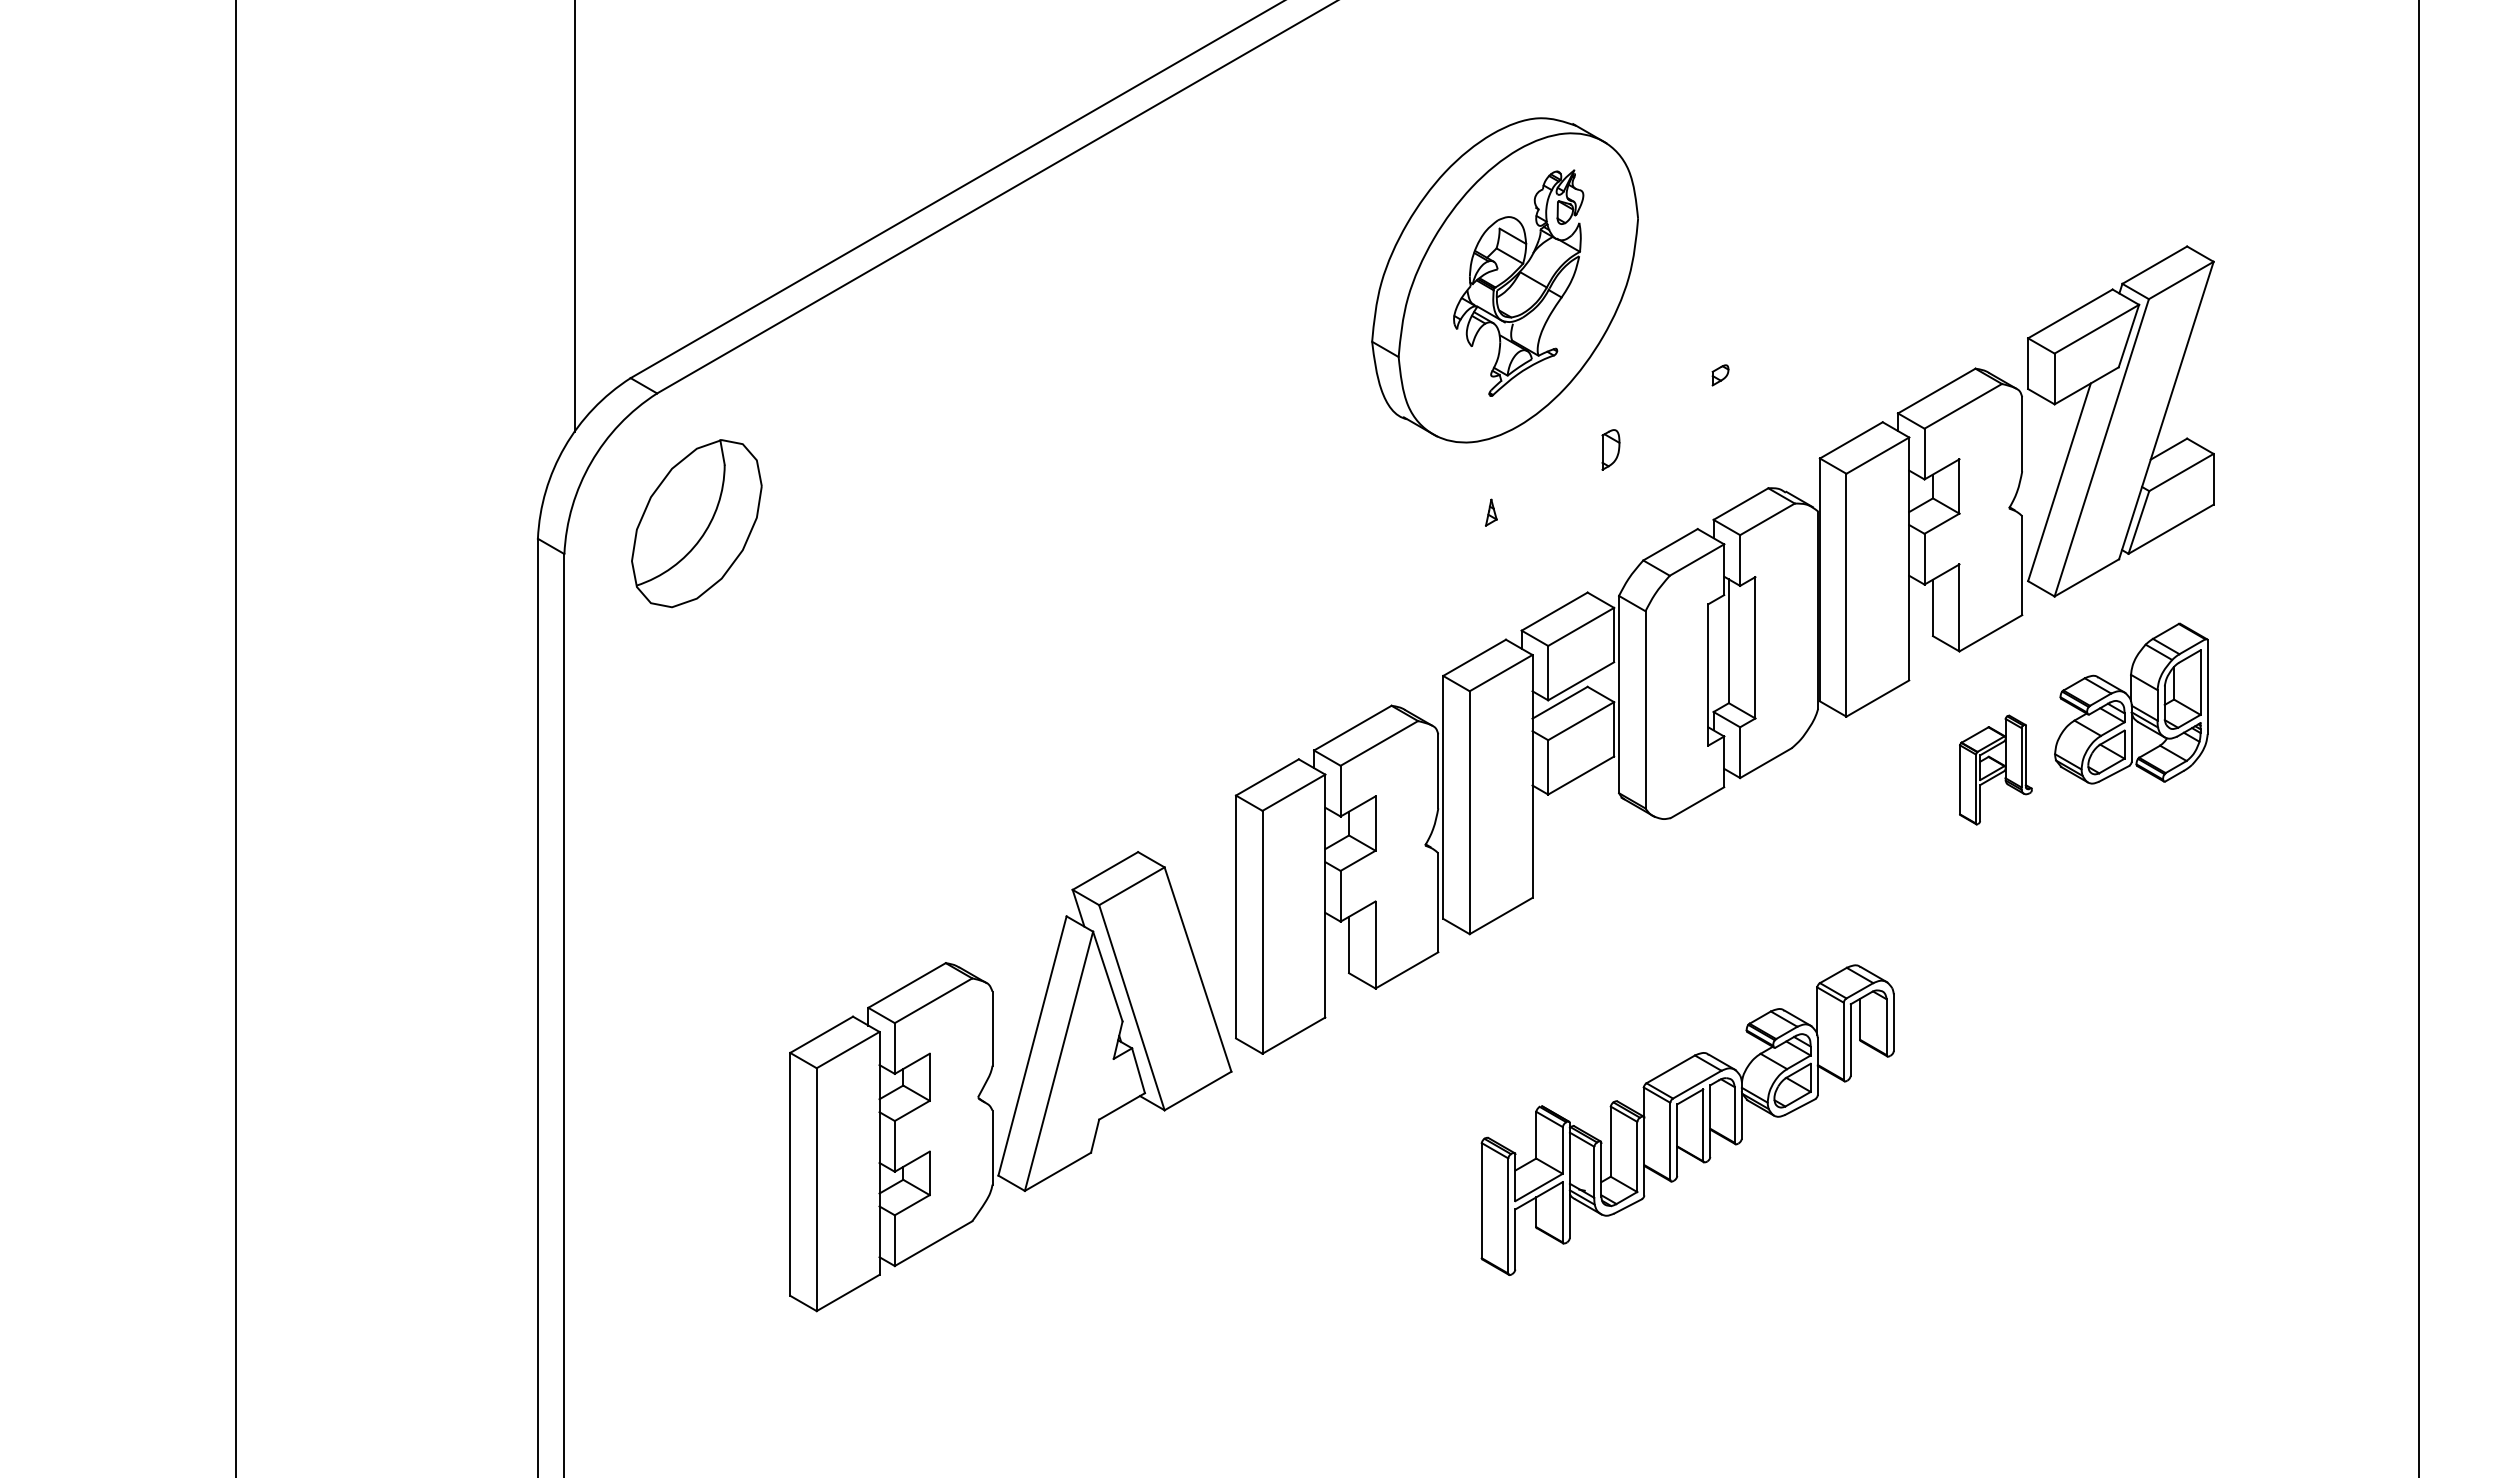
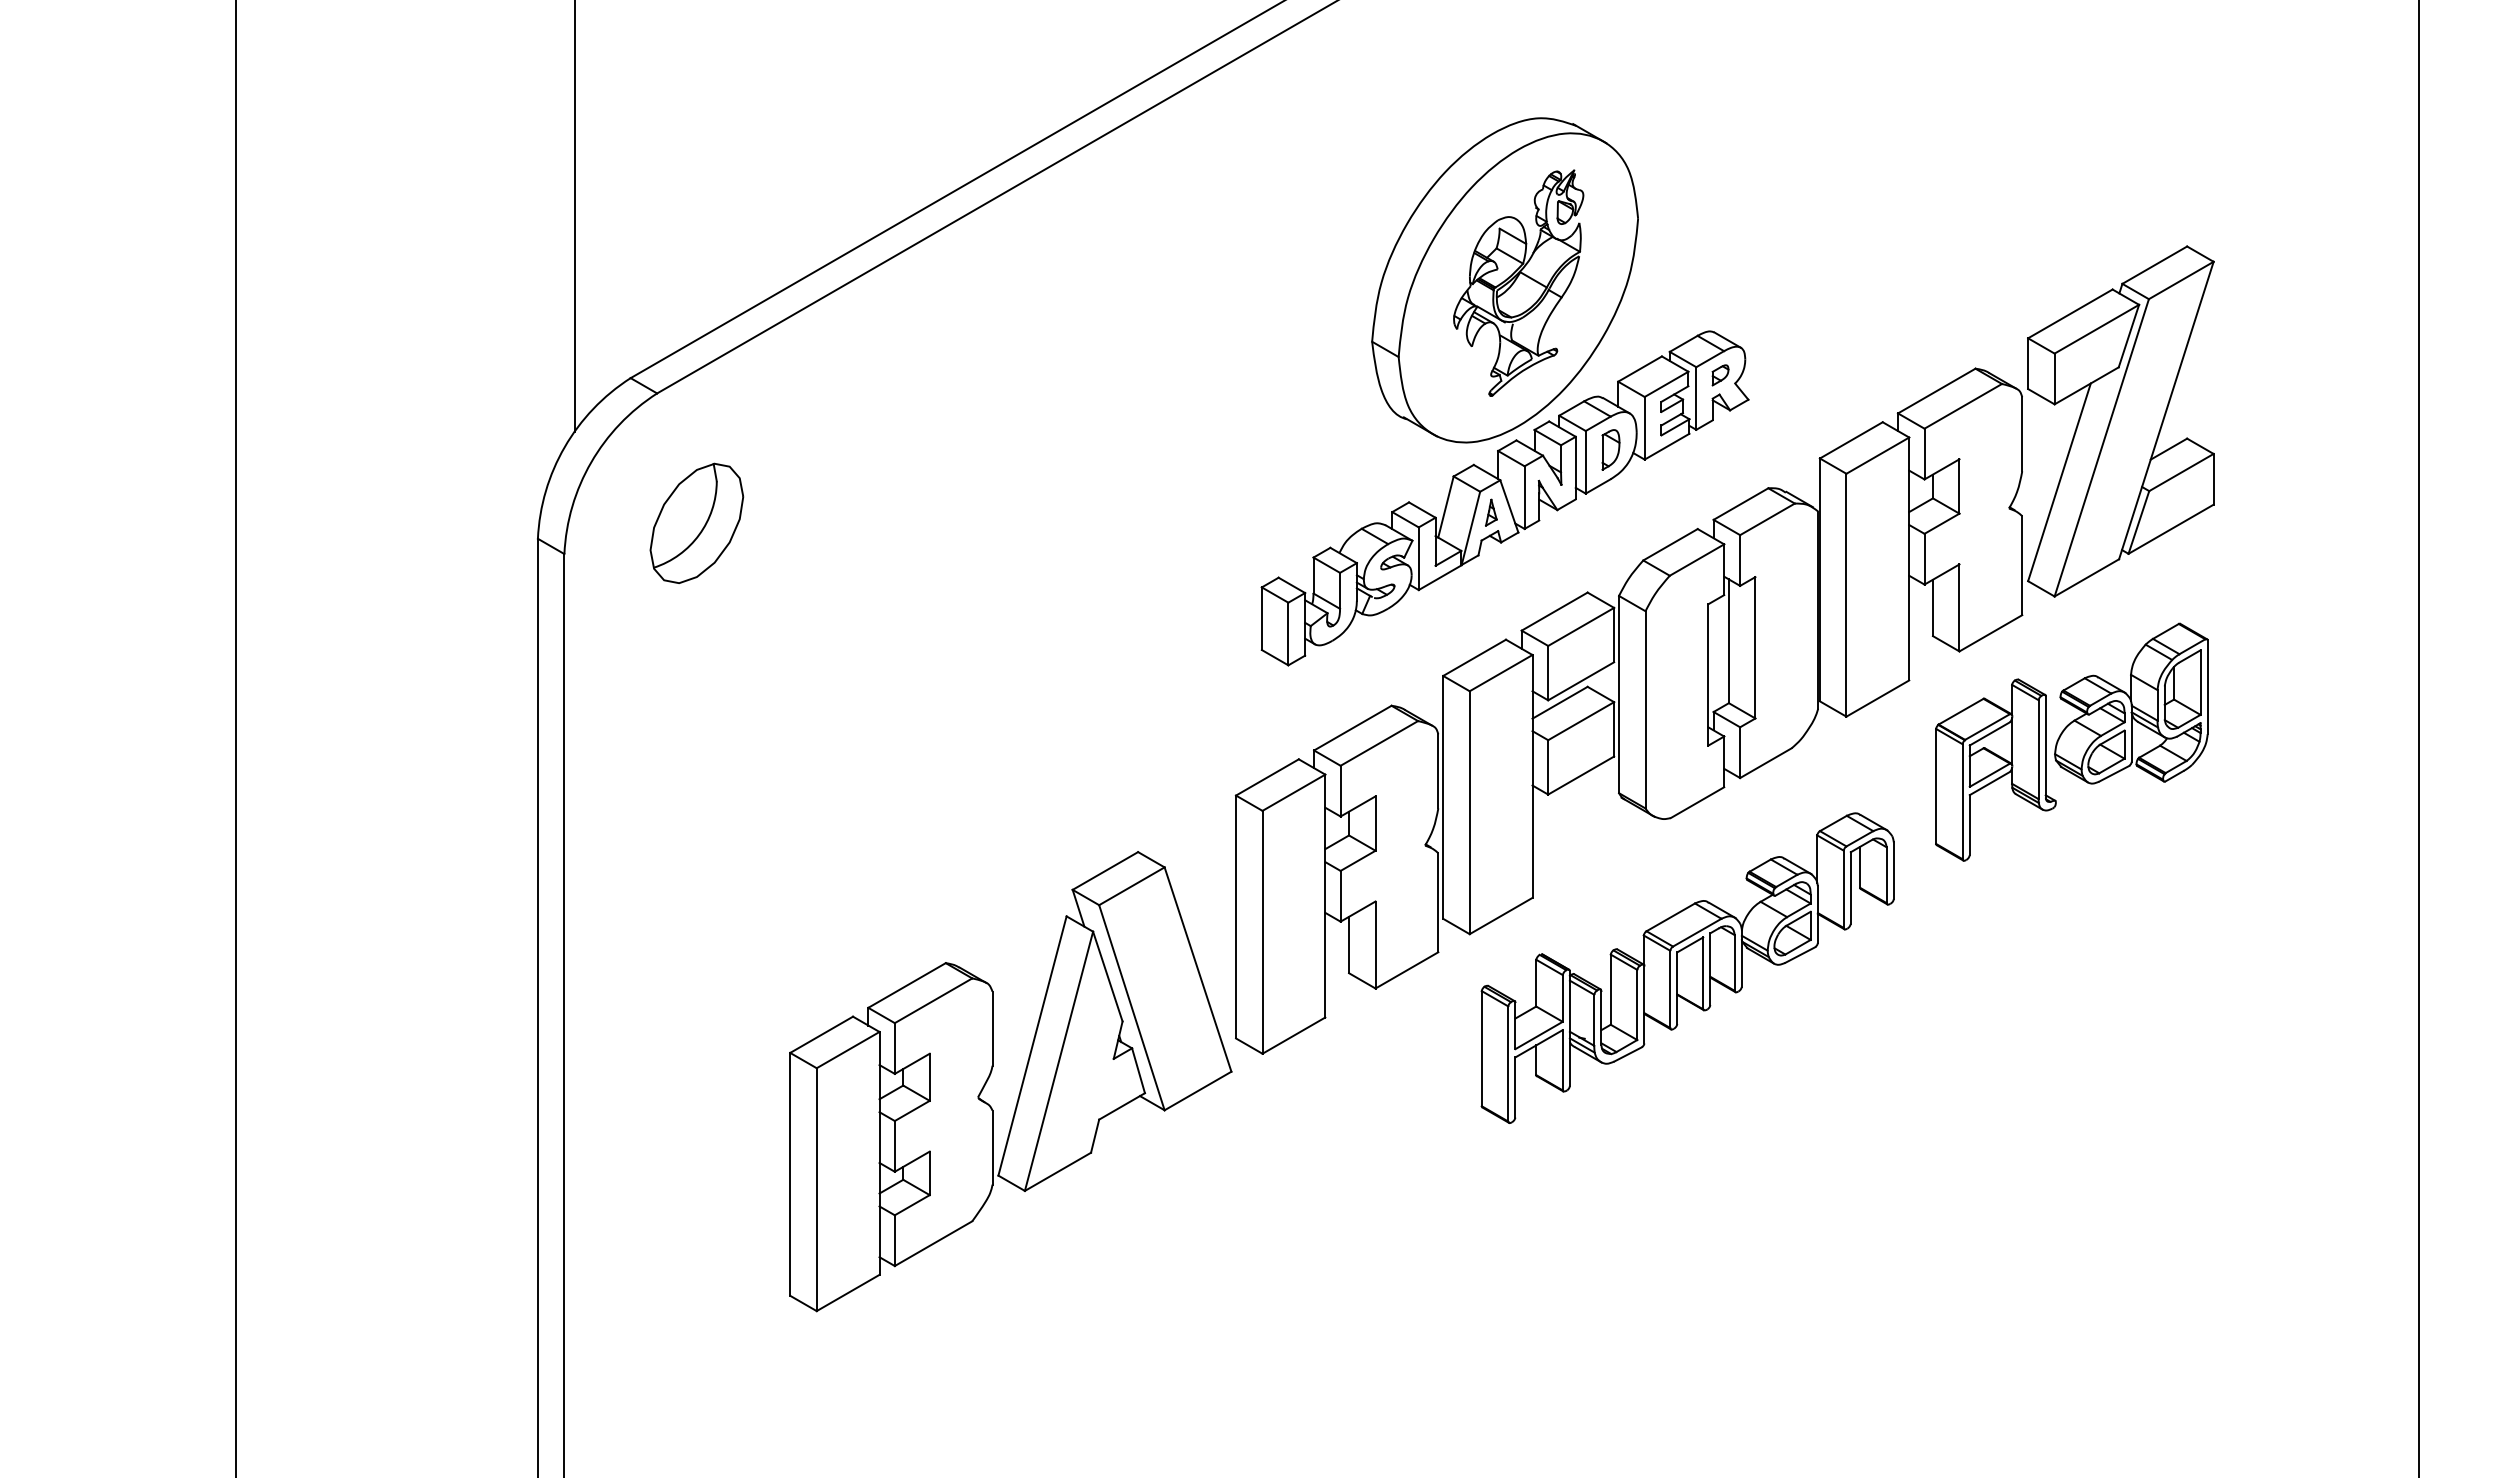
part at (1504, 498): none -> present
part at (696, 523) size: 132x170 px -> 96x122 px
part at (1995, 769) size: 74x112 px -> 122x184 px
part at (1687, 1119) position: (1687, 1119) -> (1687, 967)
